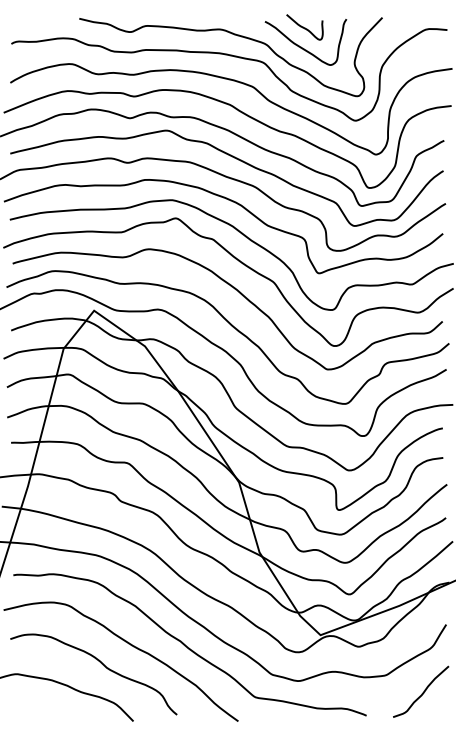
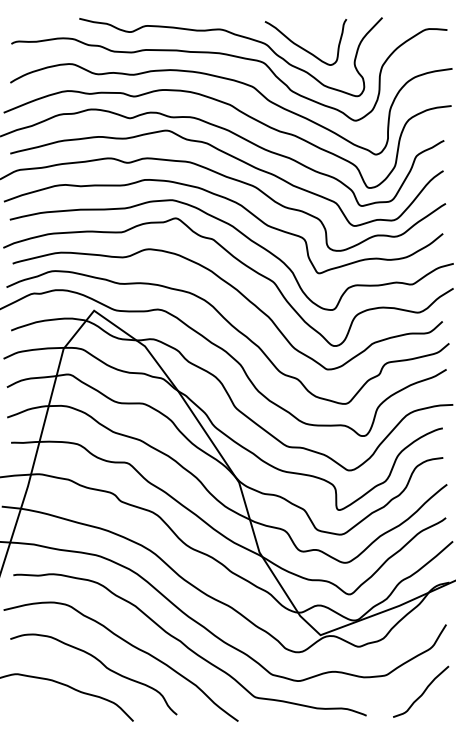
curve at (304, 27): present -> none
